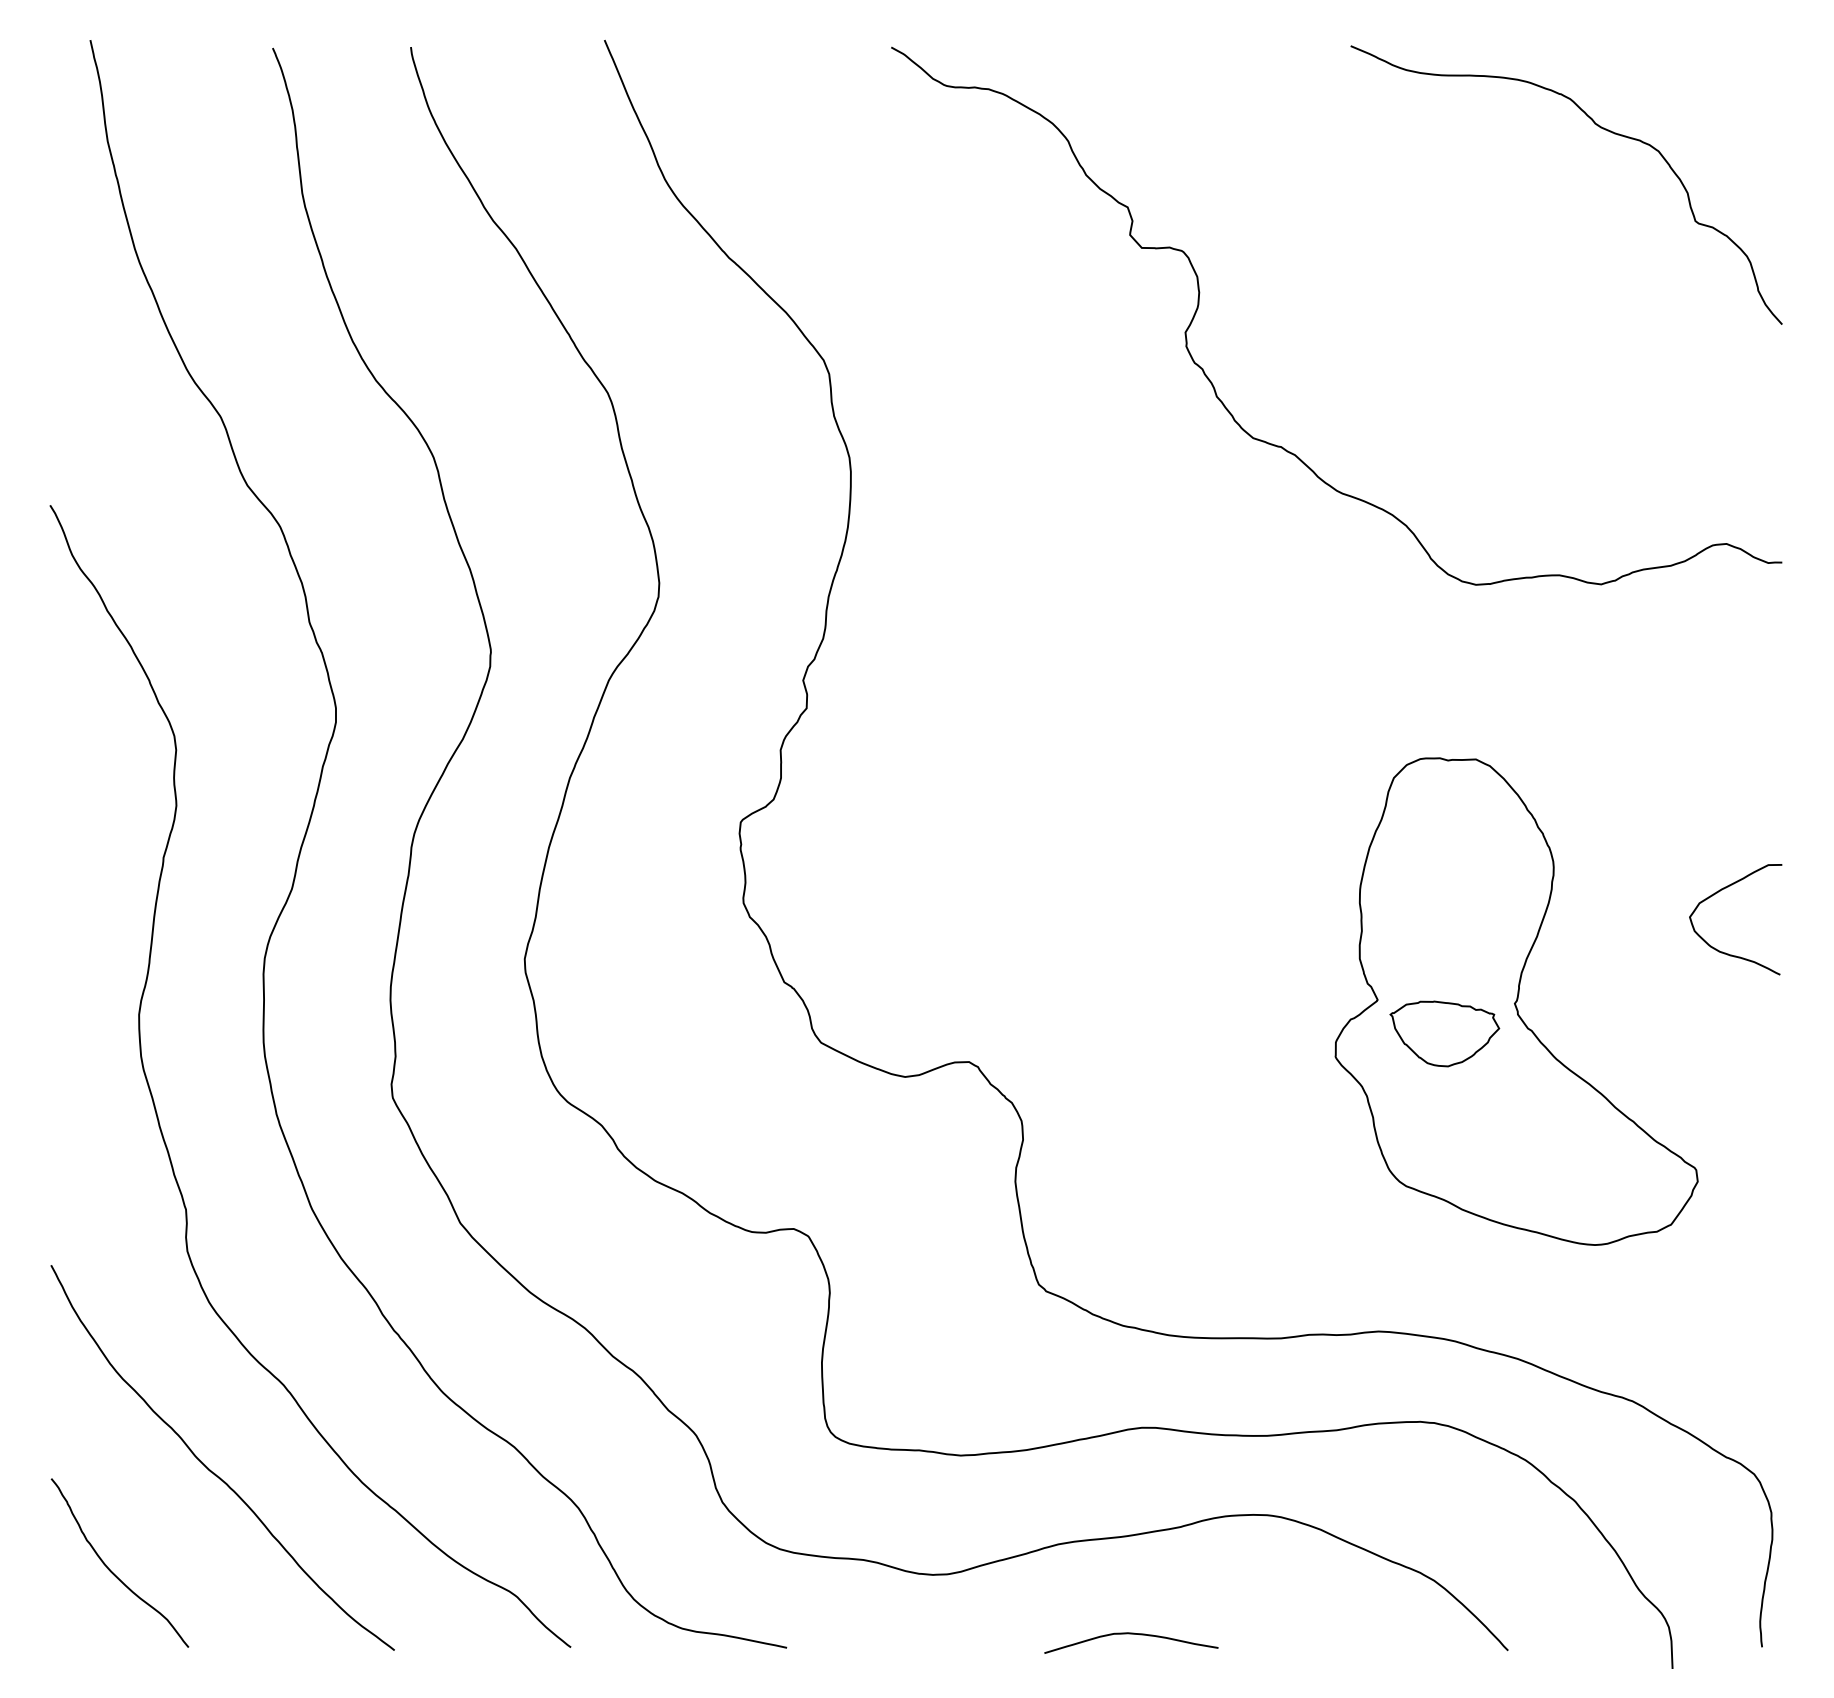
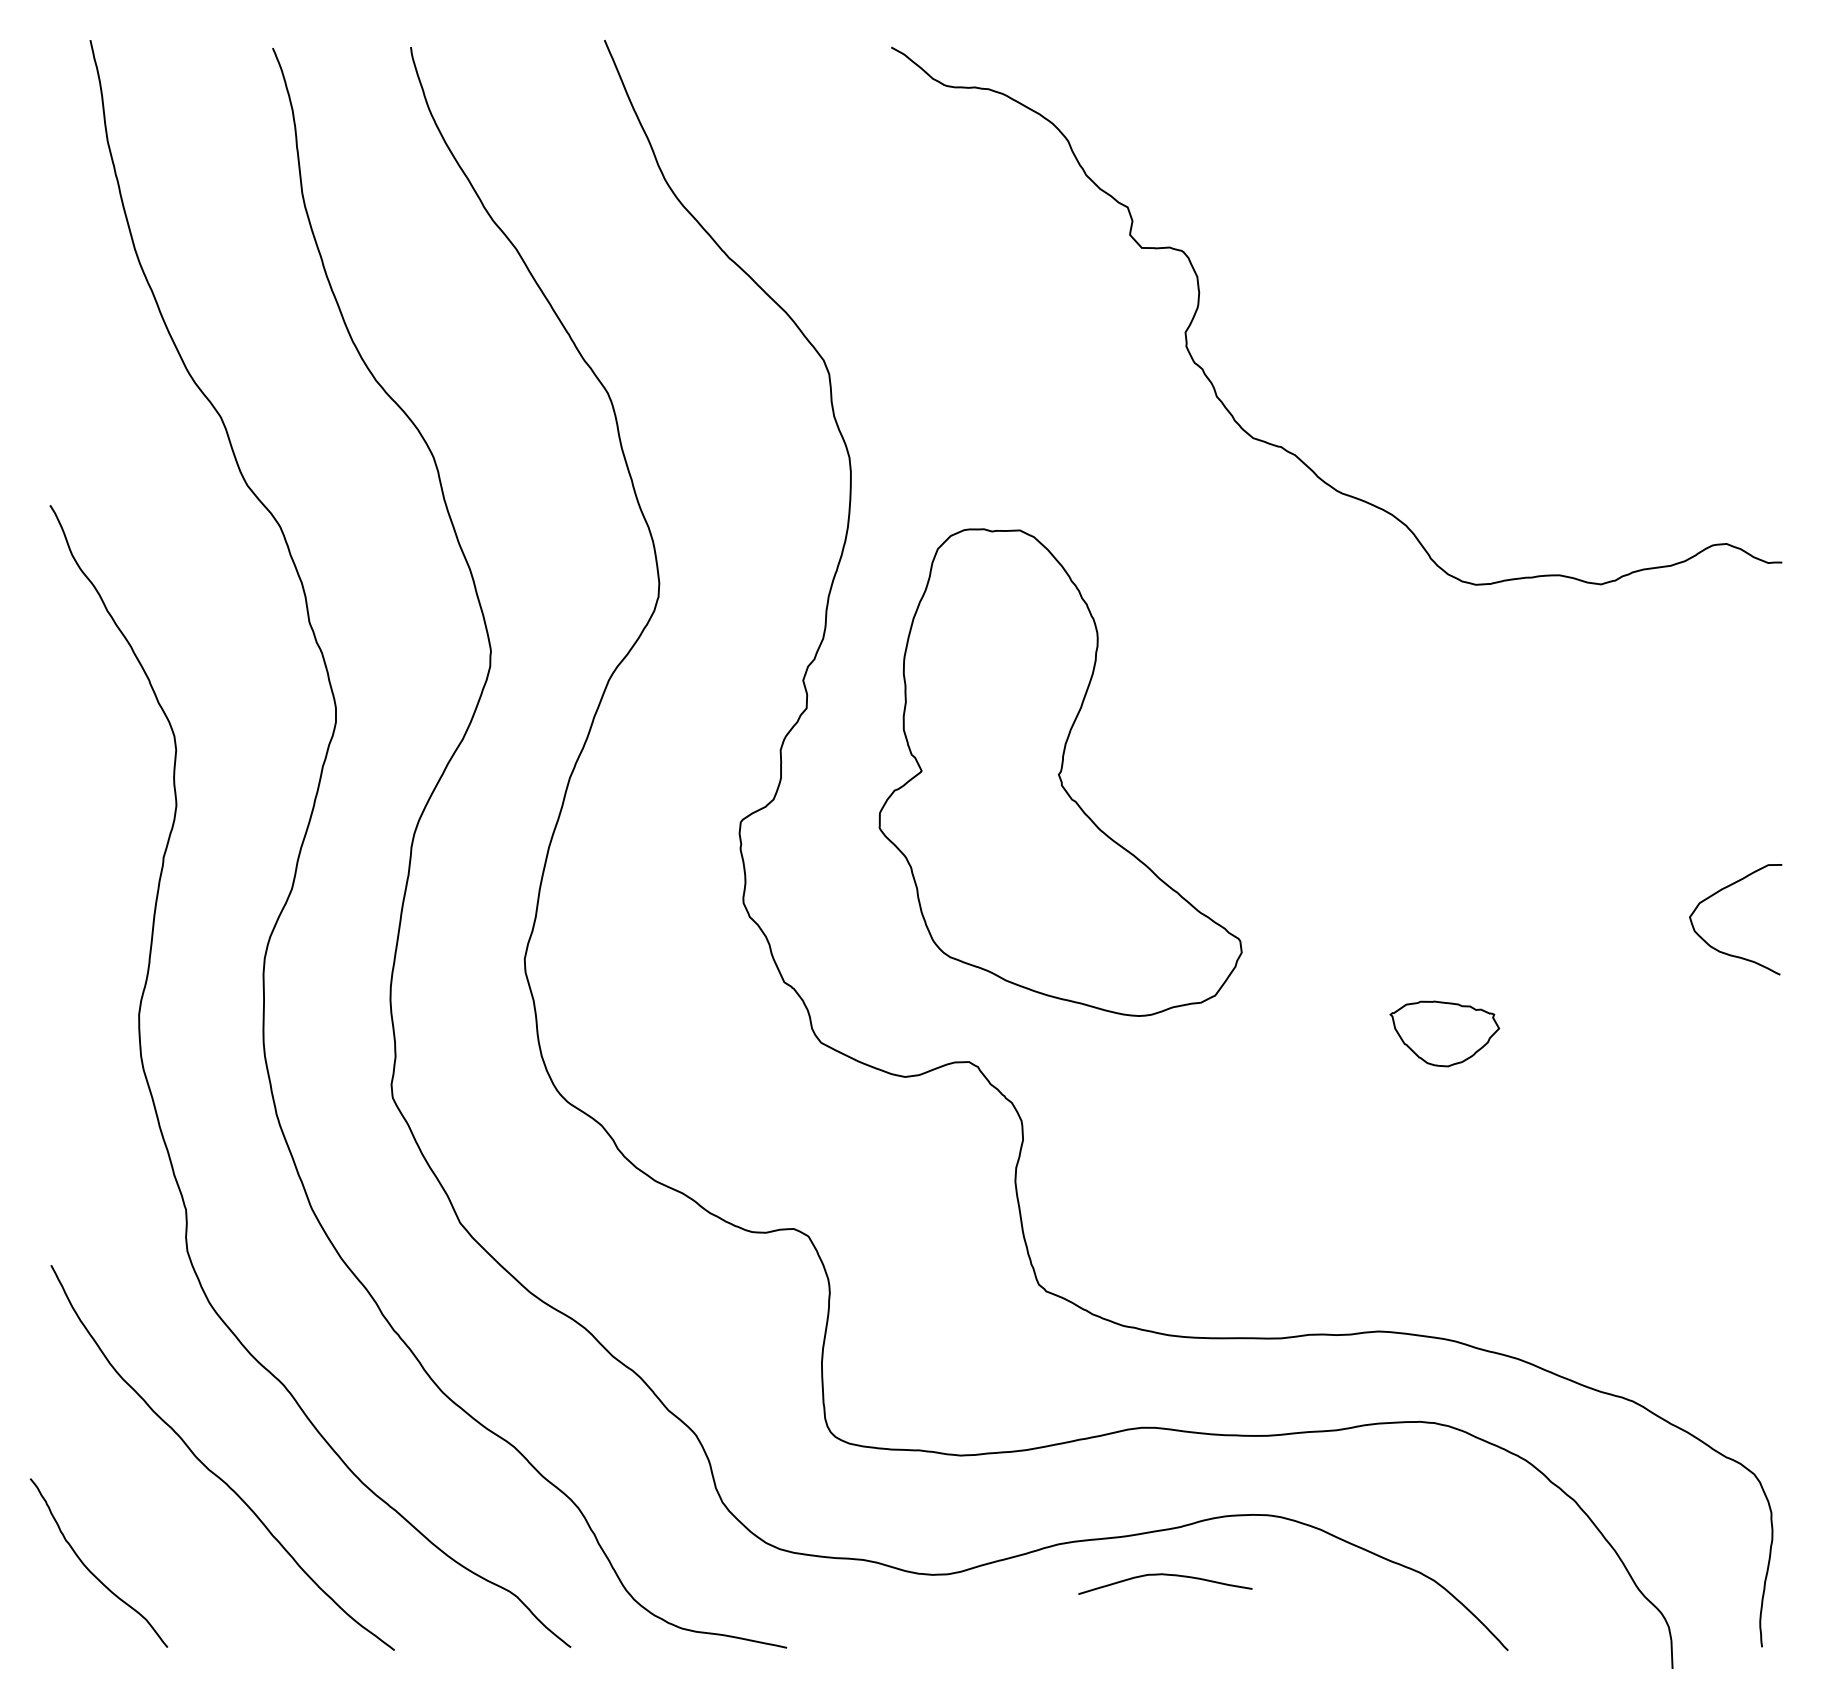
curve at (1600, 128): present -> none
part at (1516, 1001) position: (1516, 1001) -> (1060, 772)
curve at (111, 1570) position: (111, 1570) -> (90, 1570)
curve at (1131, 1634) position: (1131, 1634) -> (1165, 1575)
